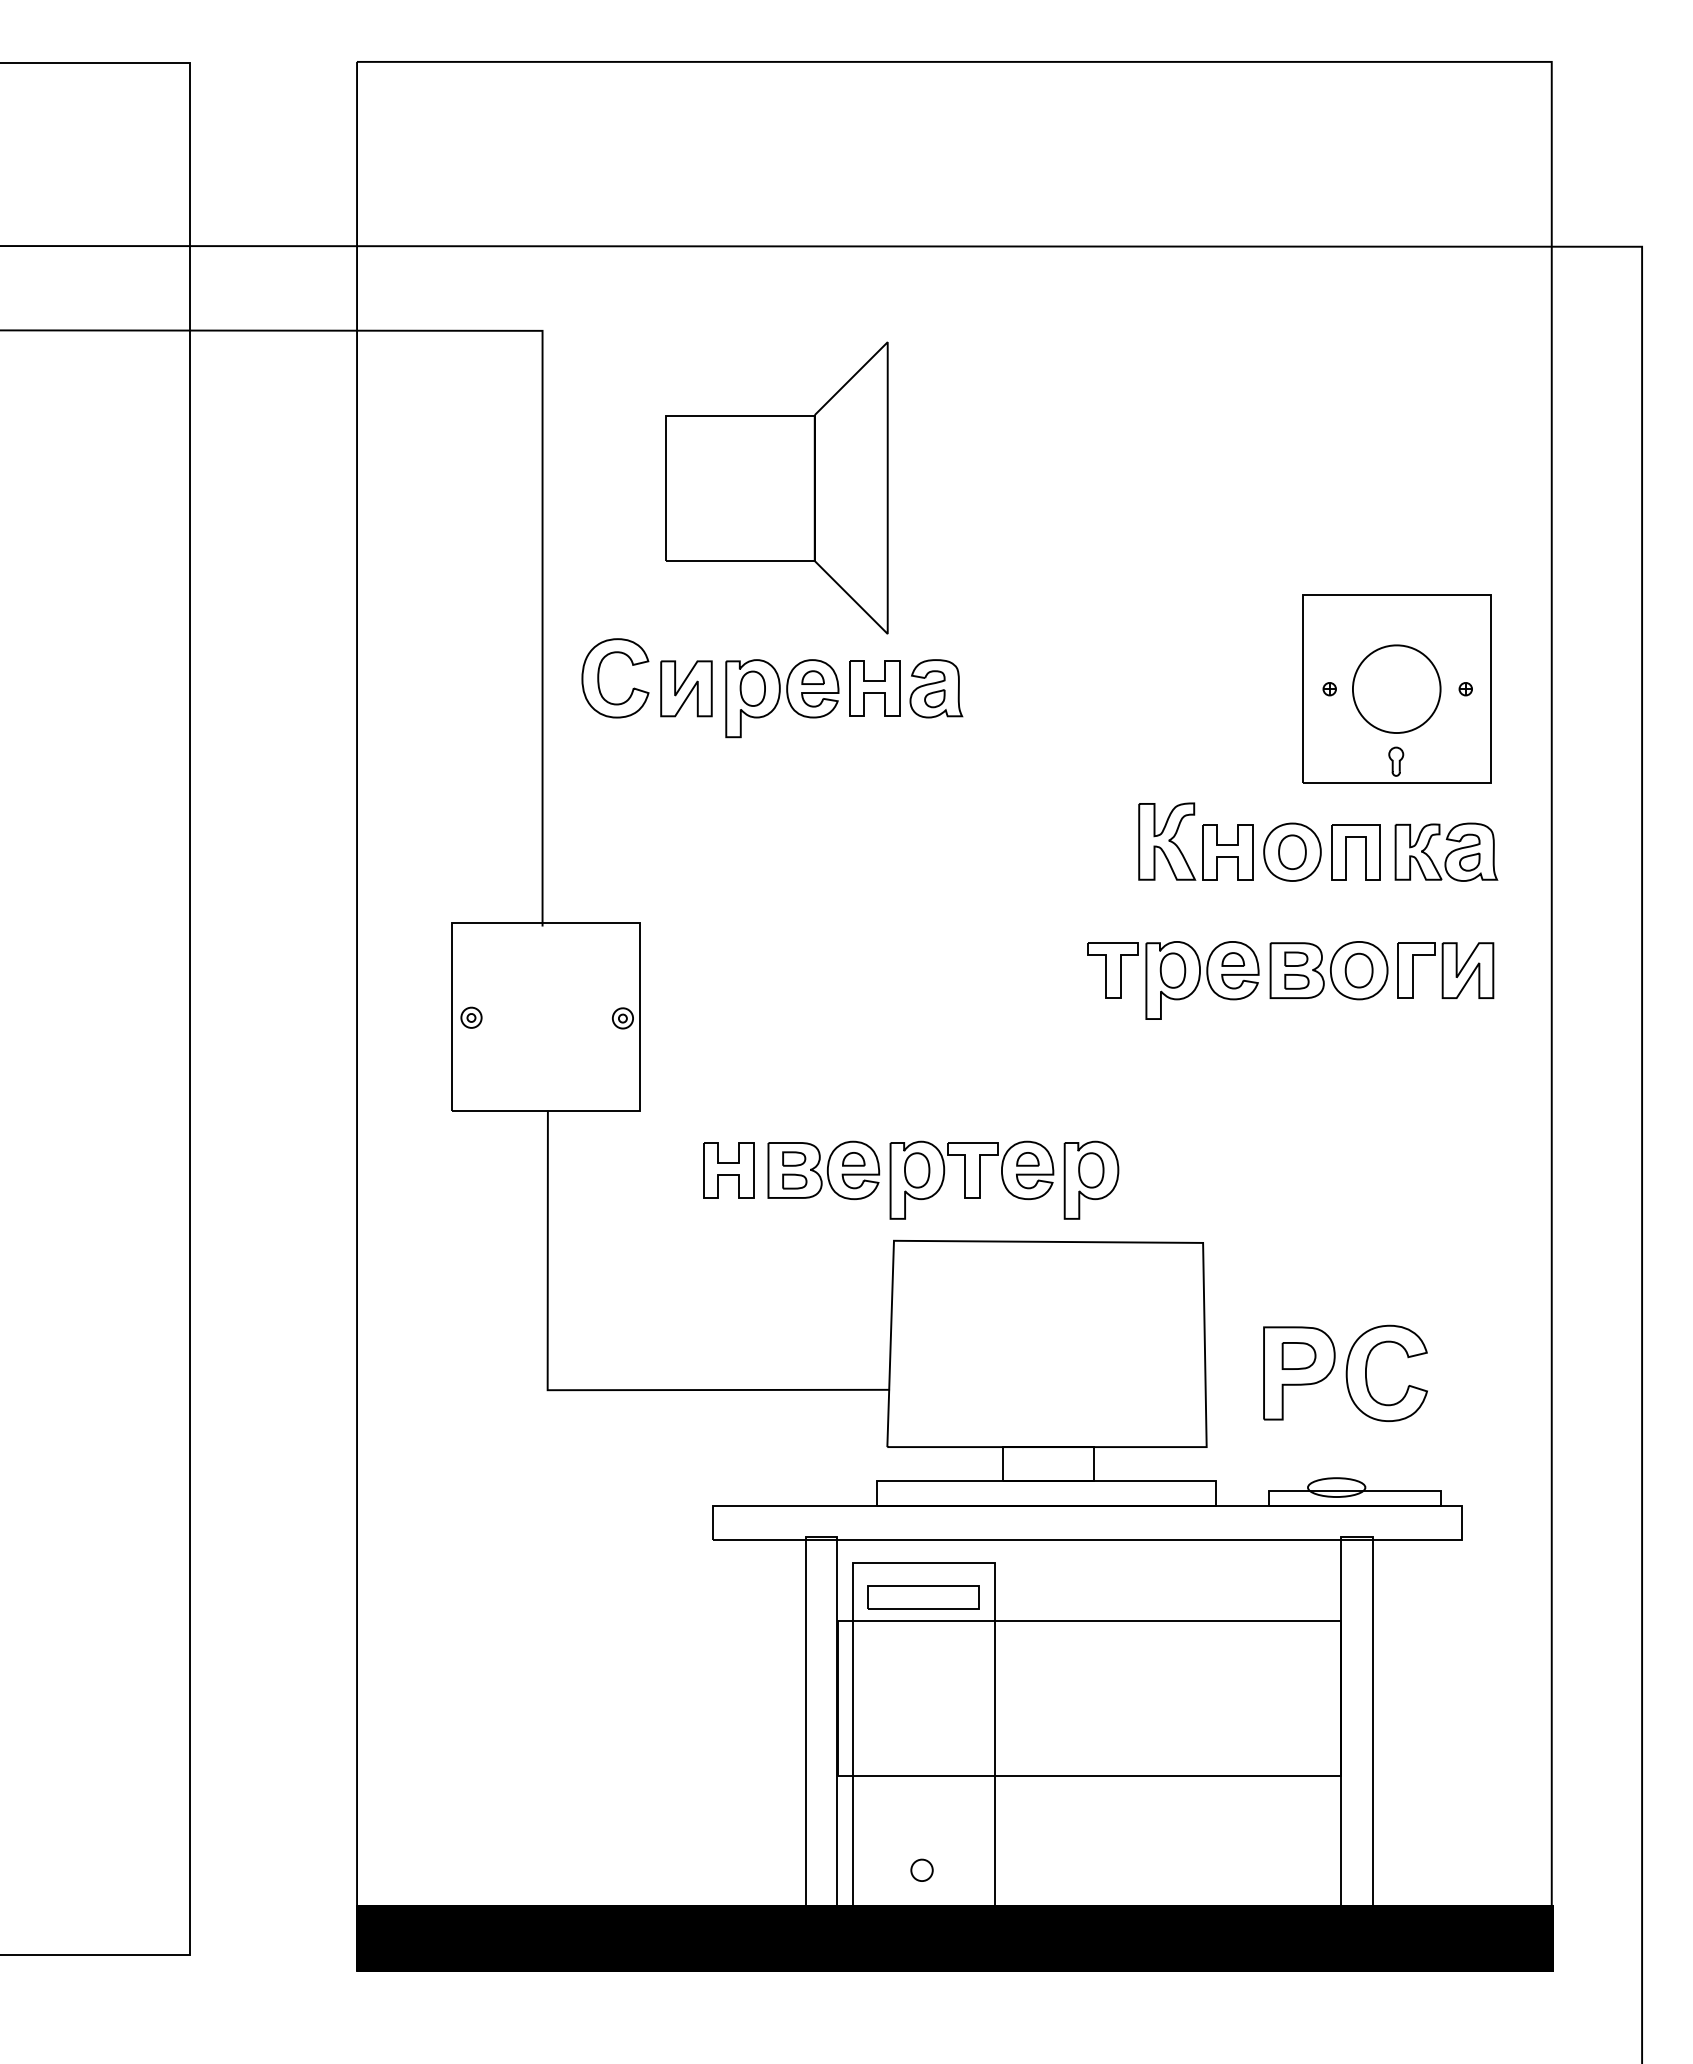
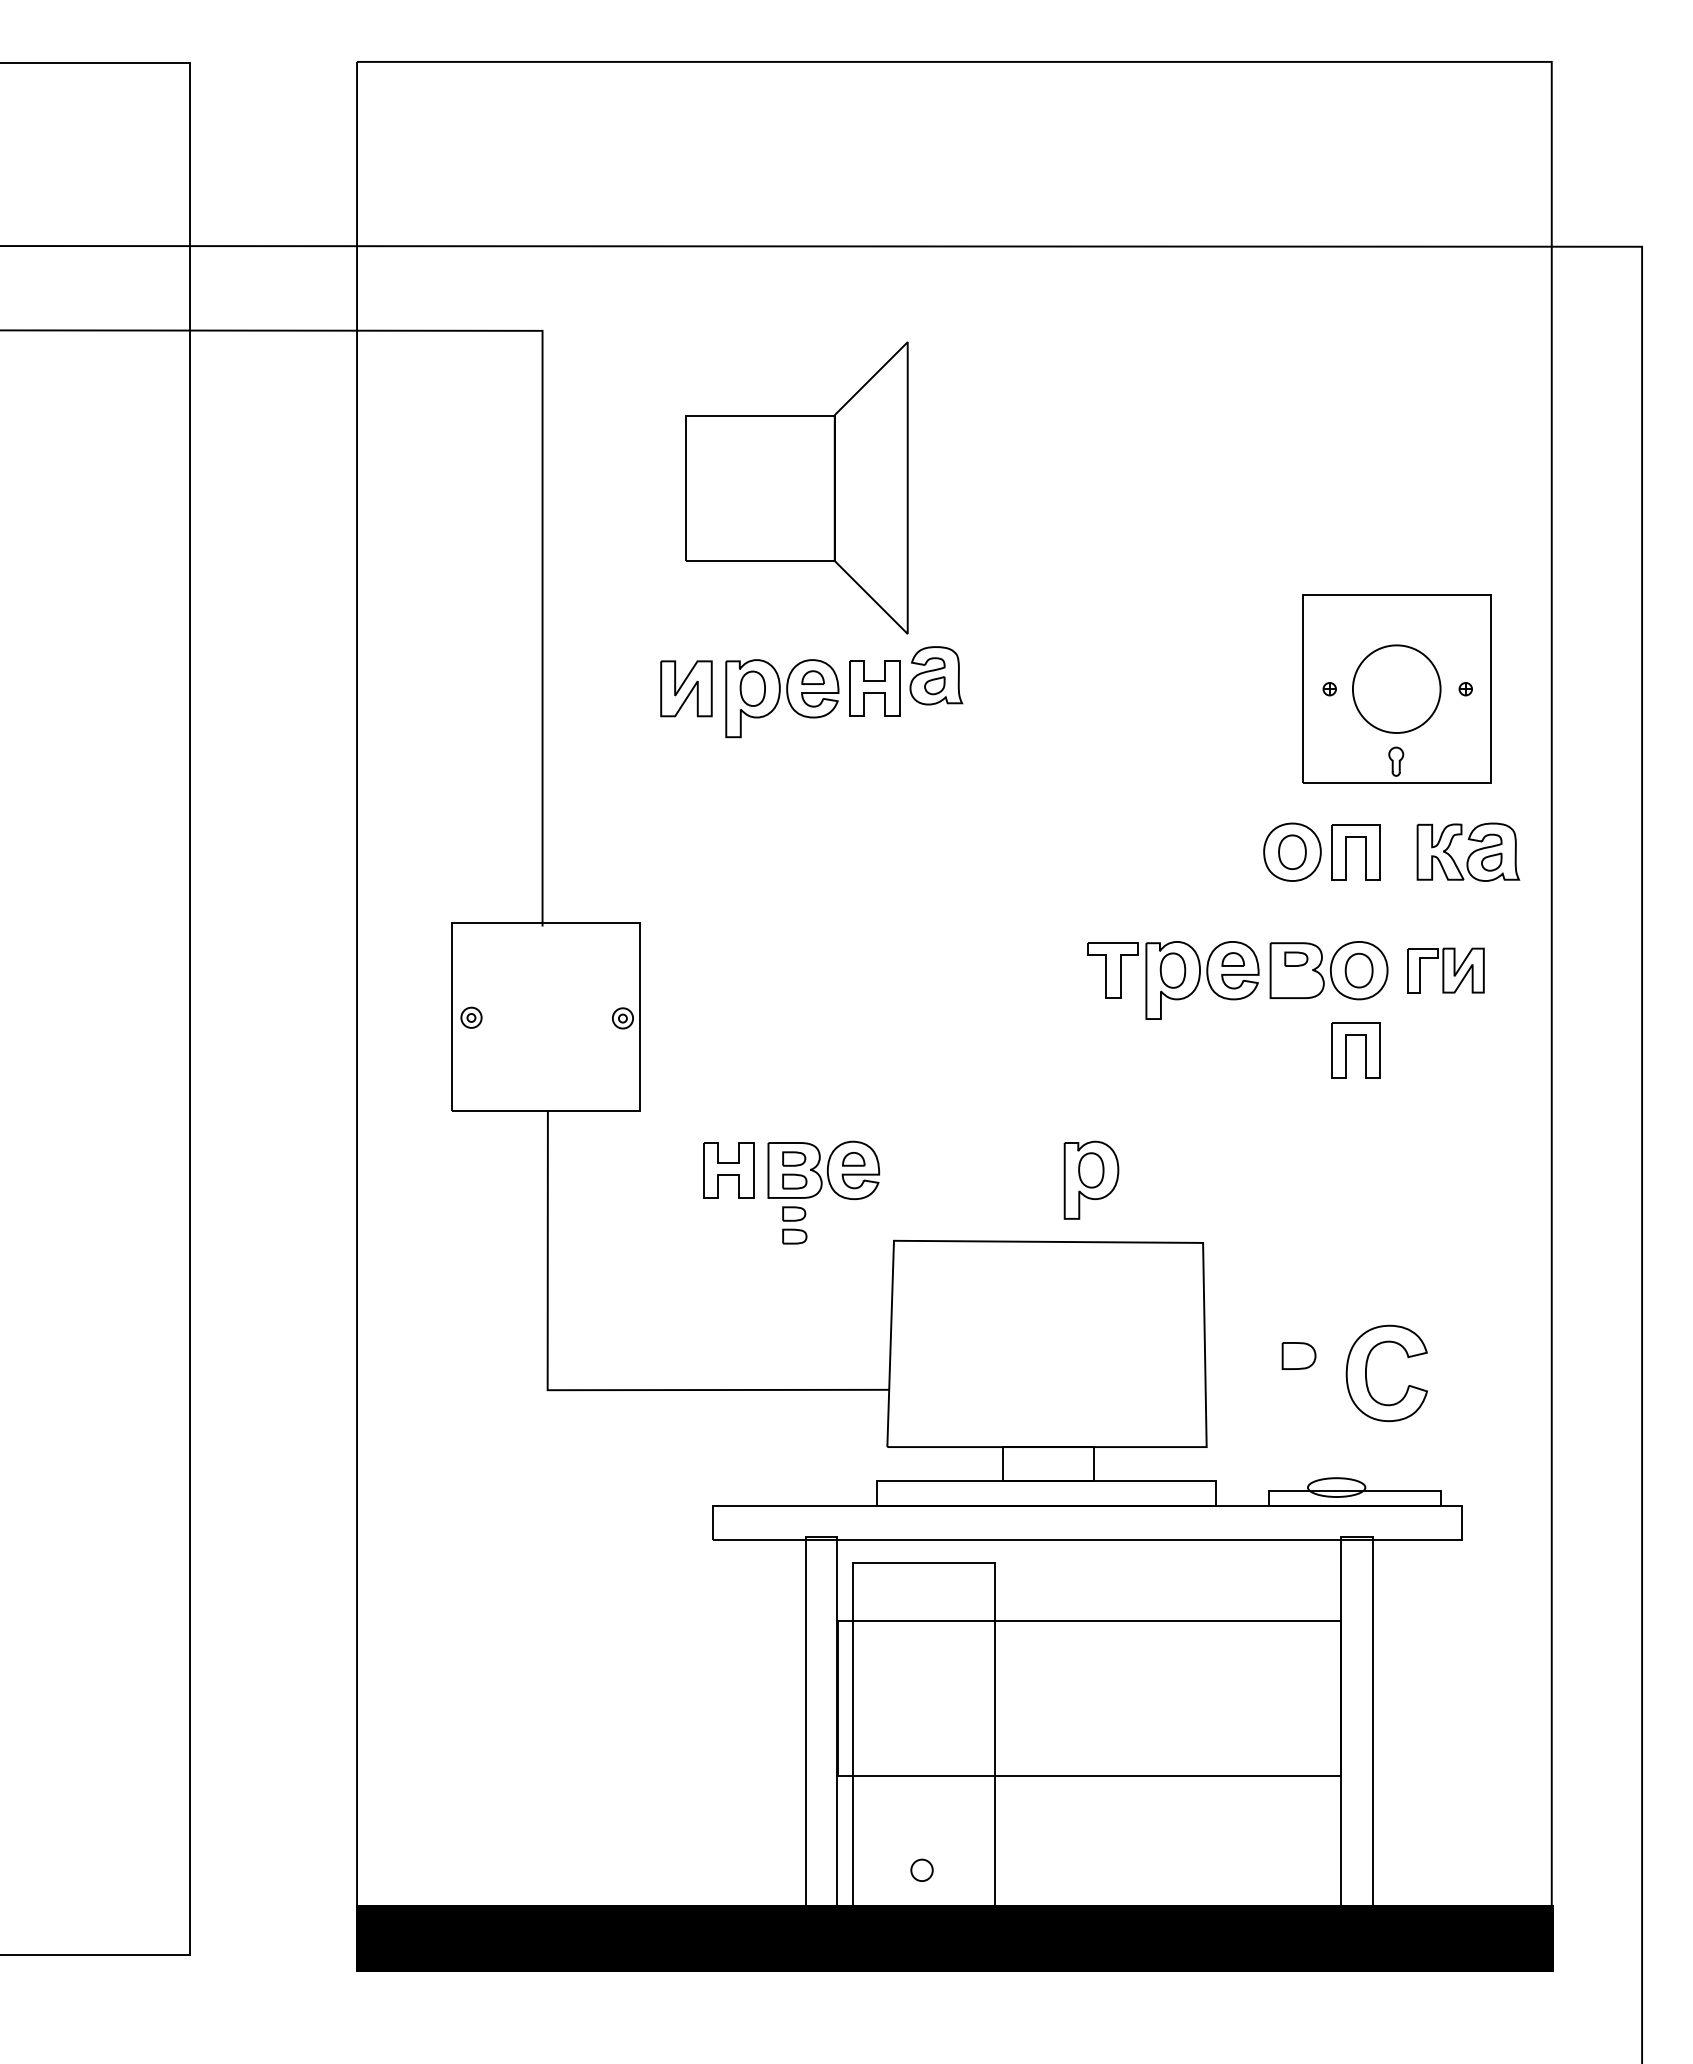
part at (776, 487) position: (776, 487) -> (796, 487)
part at (599, 678): present -> none
part at (936, 688) position: (936, 688) -> (936, 675)
part at (1202, 841): present -> none
part at (1446, 851) position: (1446, 851) -> (1468, 851)
part at (1445, 970) size: 98x57 px -> 78x47 px
part at (1296, 981): present -> none
part at (1346, 1050): none -> present
part at (971, 1179): present -> none
part at (794, 1225): none -> present
part at (1299, 1373): present -> none
part at (923, 1597): present -> none
